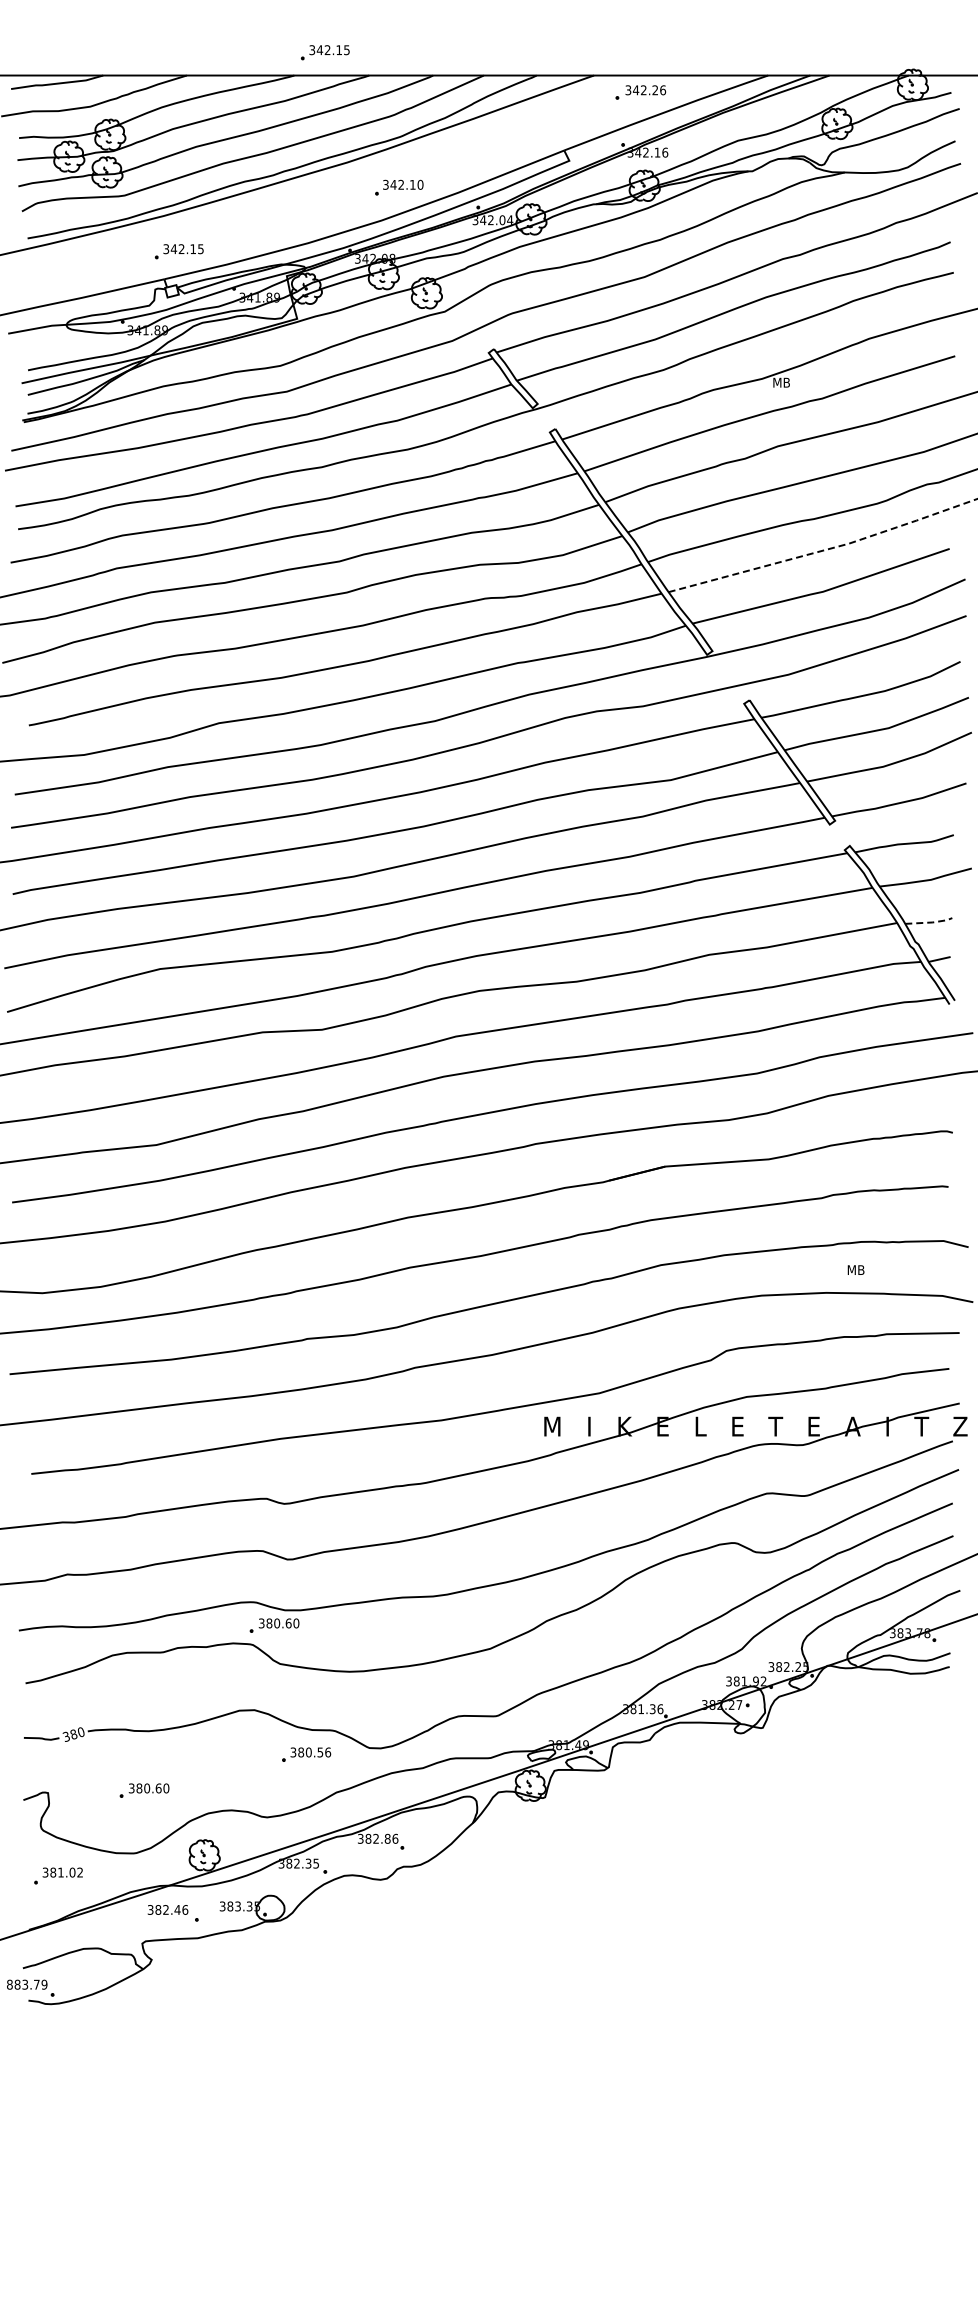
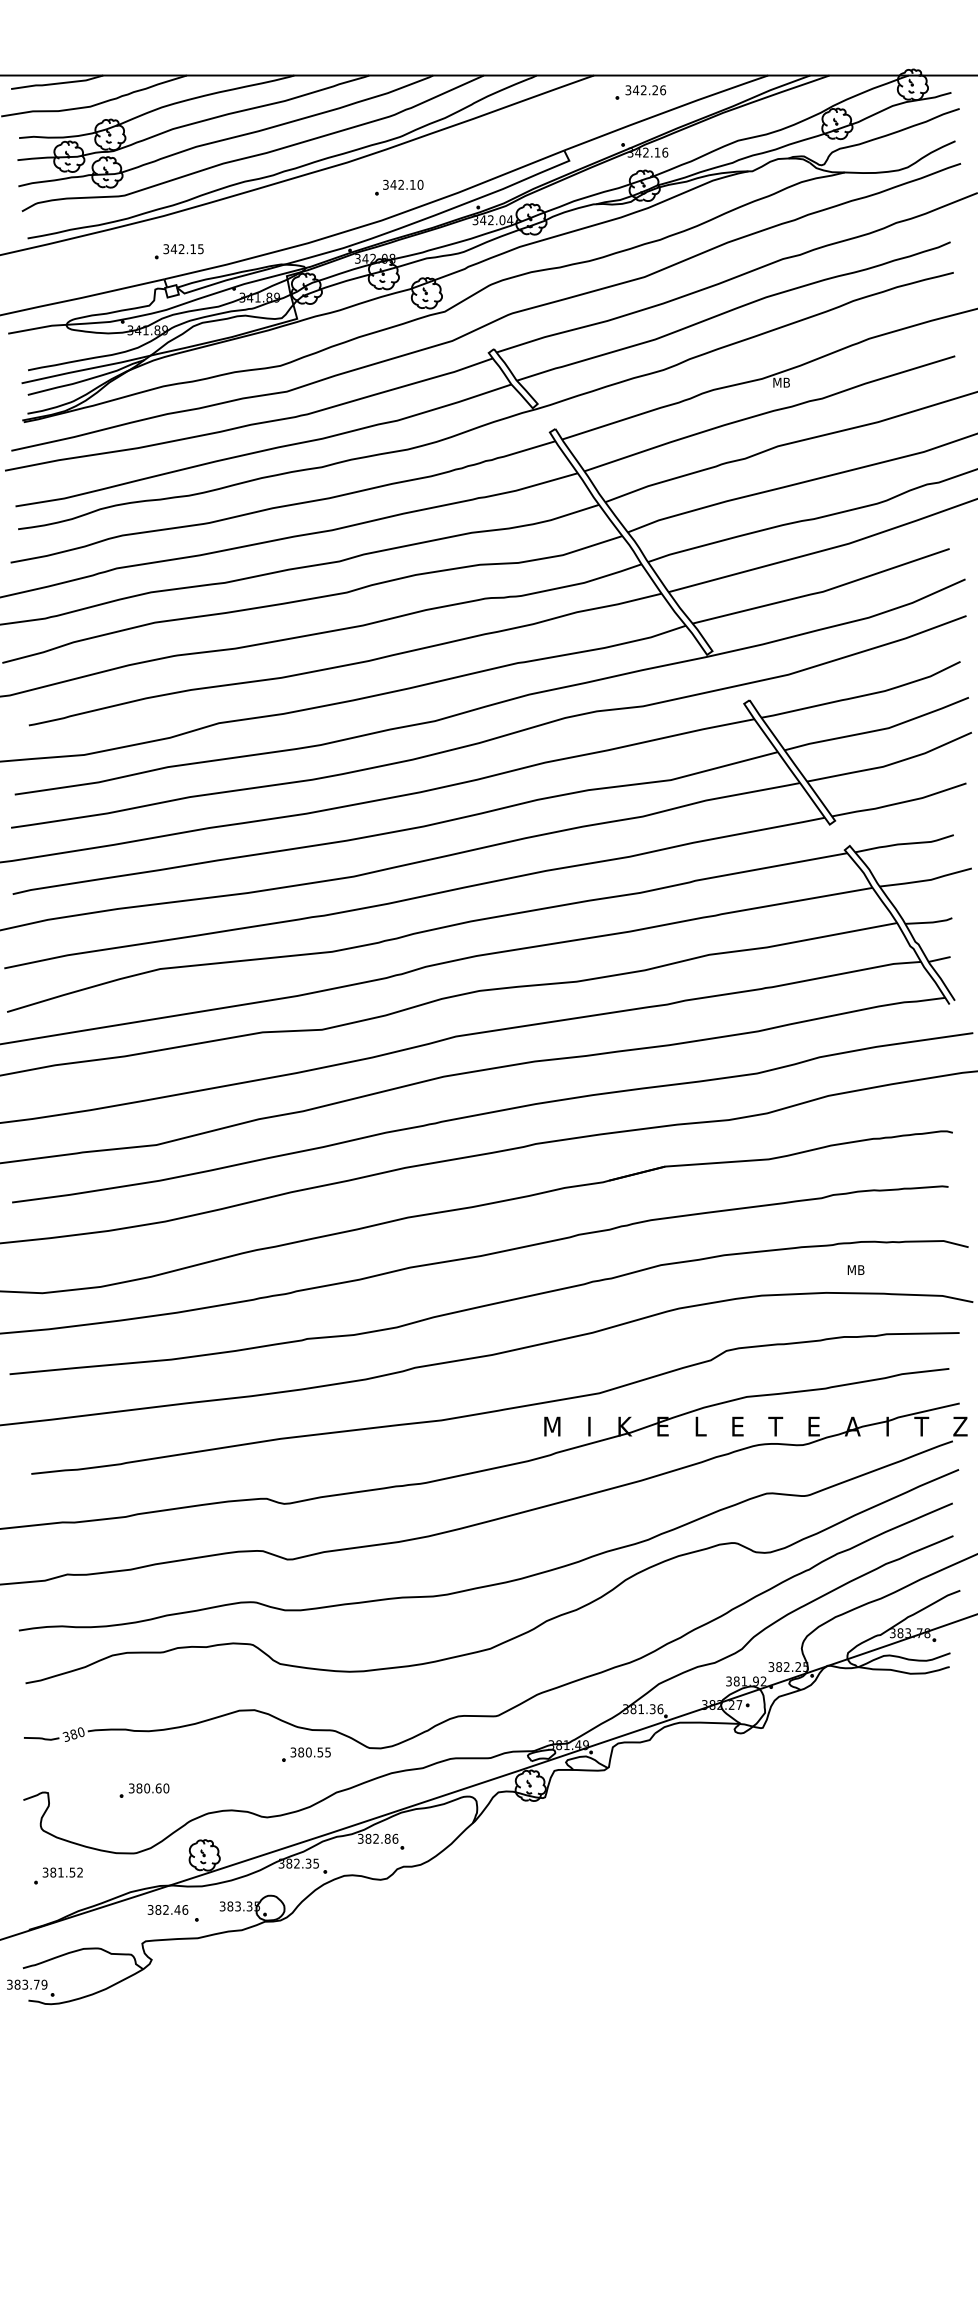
part at (324, 52): present -> none
line at (825, 549): dashed -> solid
line at (930, 922): dashed -> solid
part at (274, 1625): present -> none
text at (328, 1752): 380.56 -> 380.55
text at (72, 1872): 381.02 -> 381.52
text at (9, 1984): 883.79 -> 383.79
